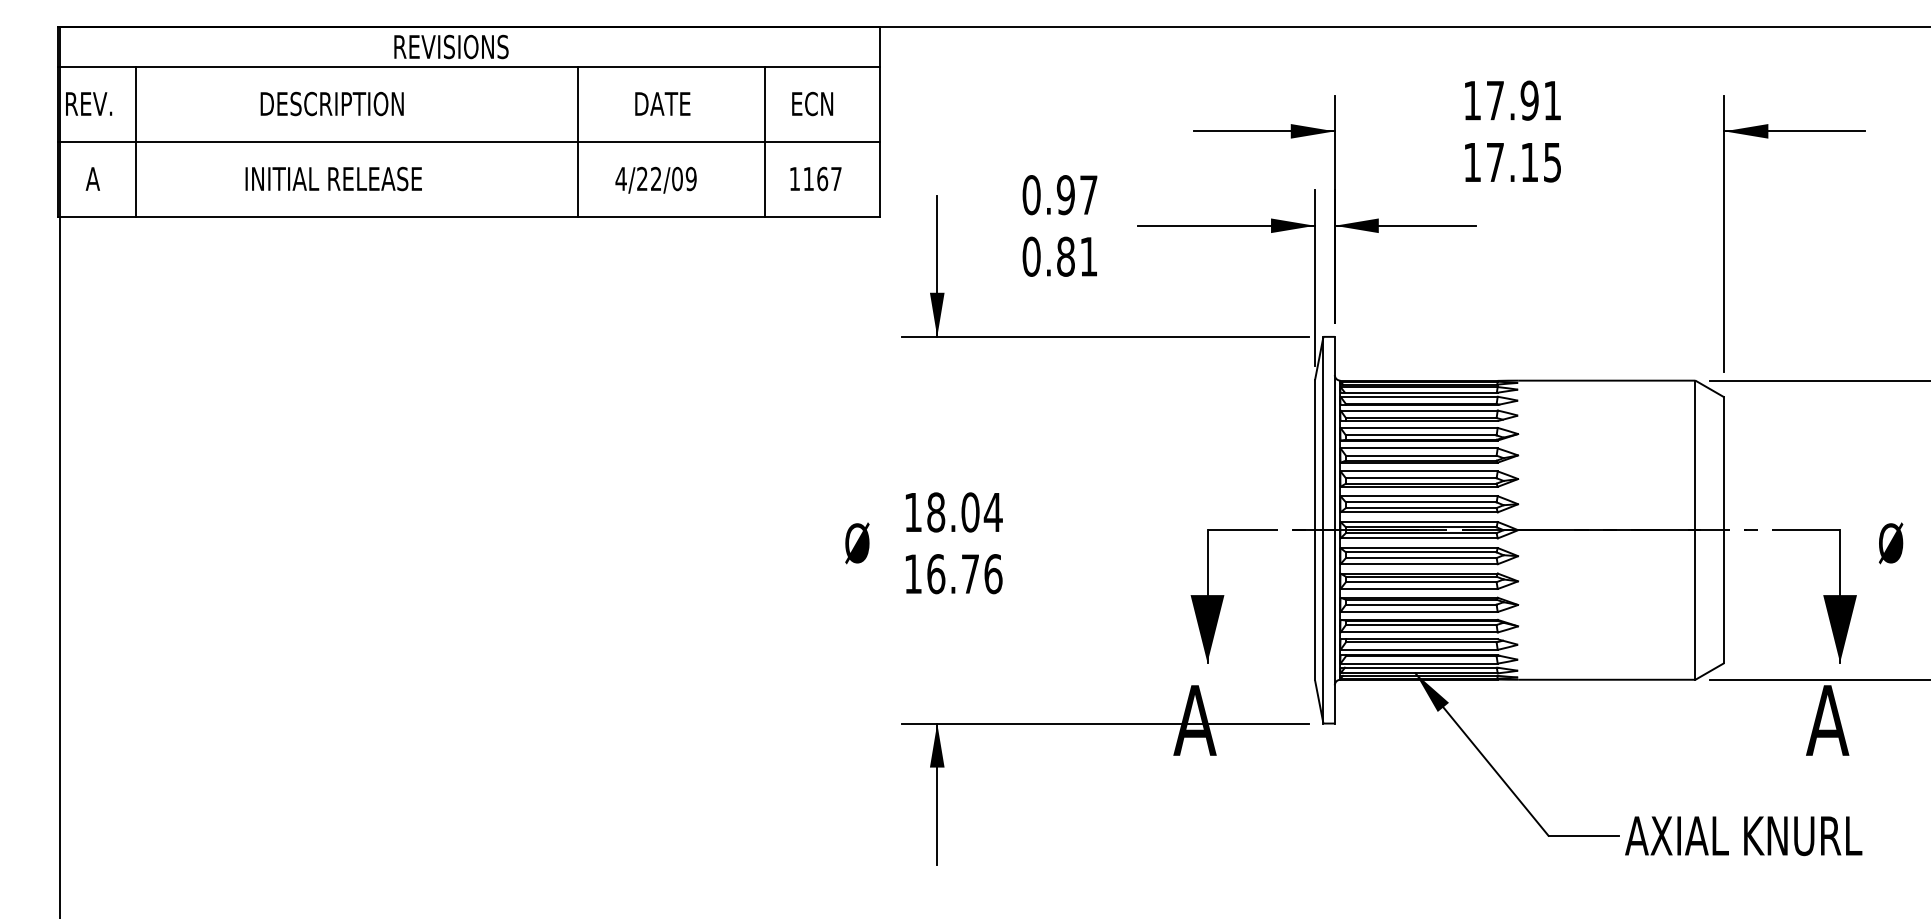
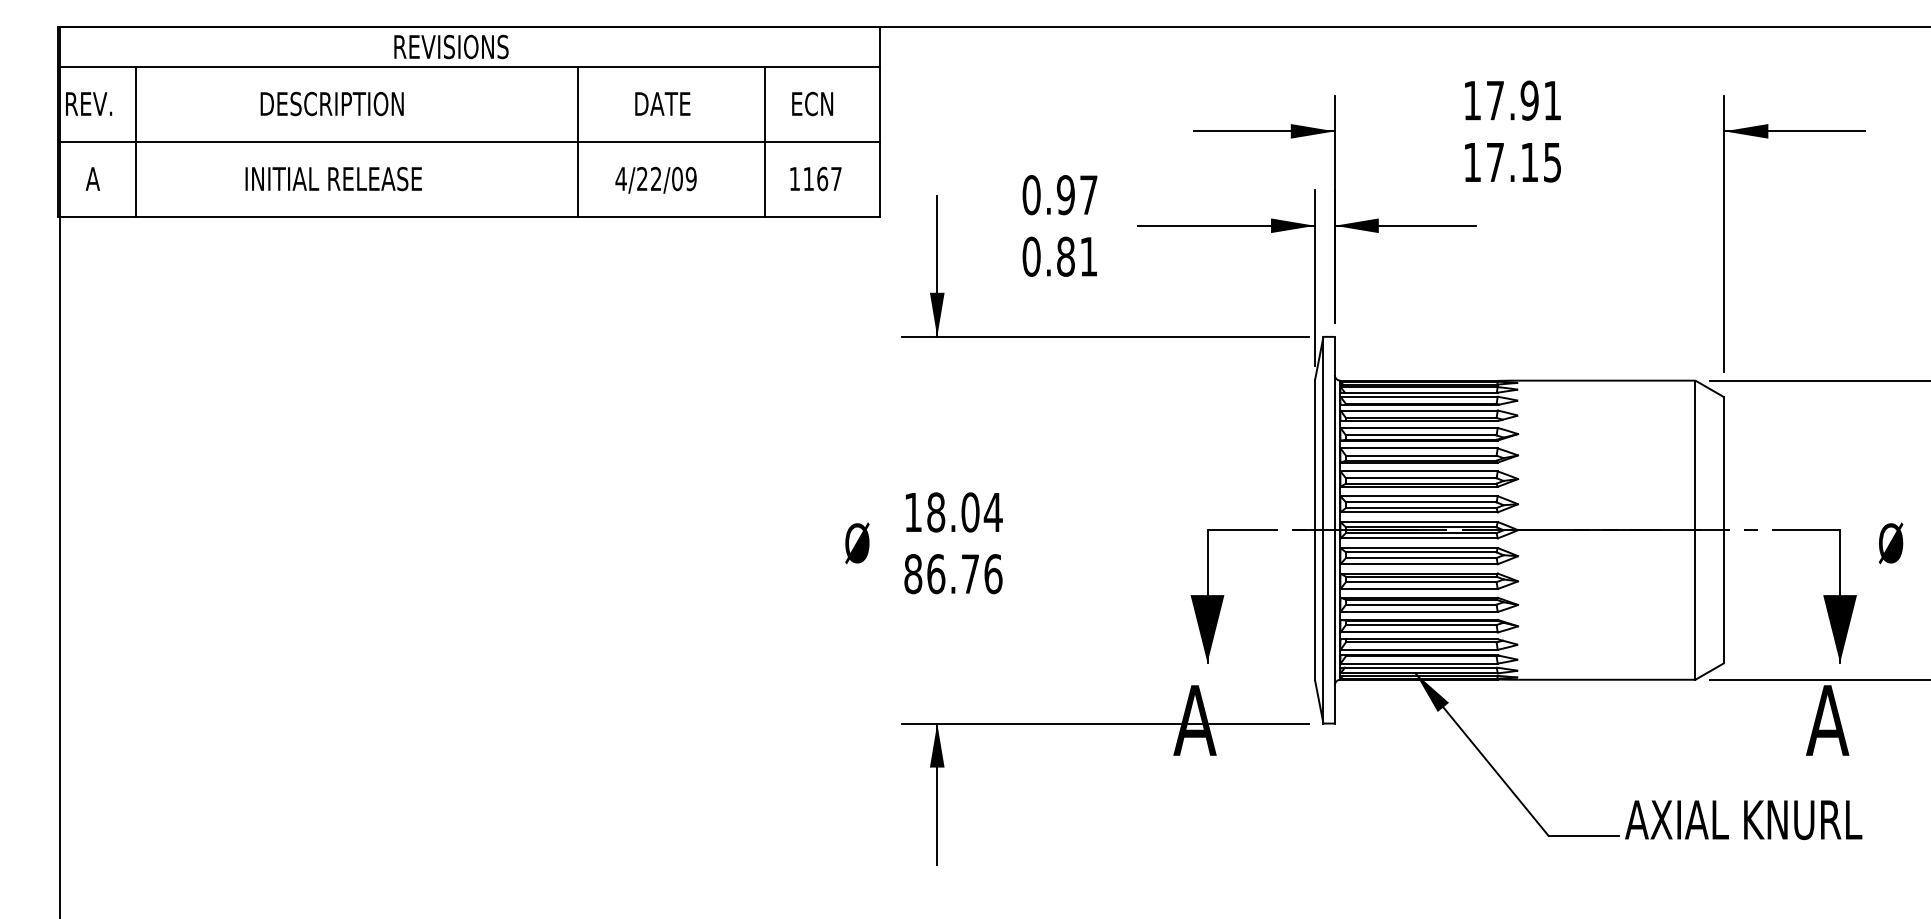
text at (913, 574): 16.76 -> 86.76
text at (1743, 836) position: (1743, 836) -> (1743, 820)
